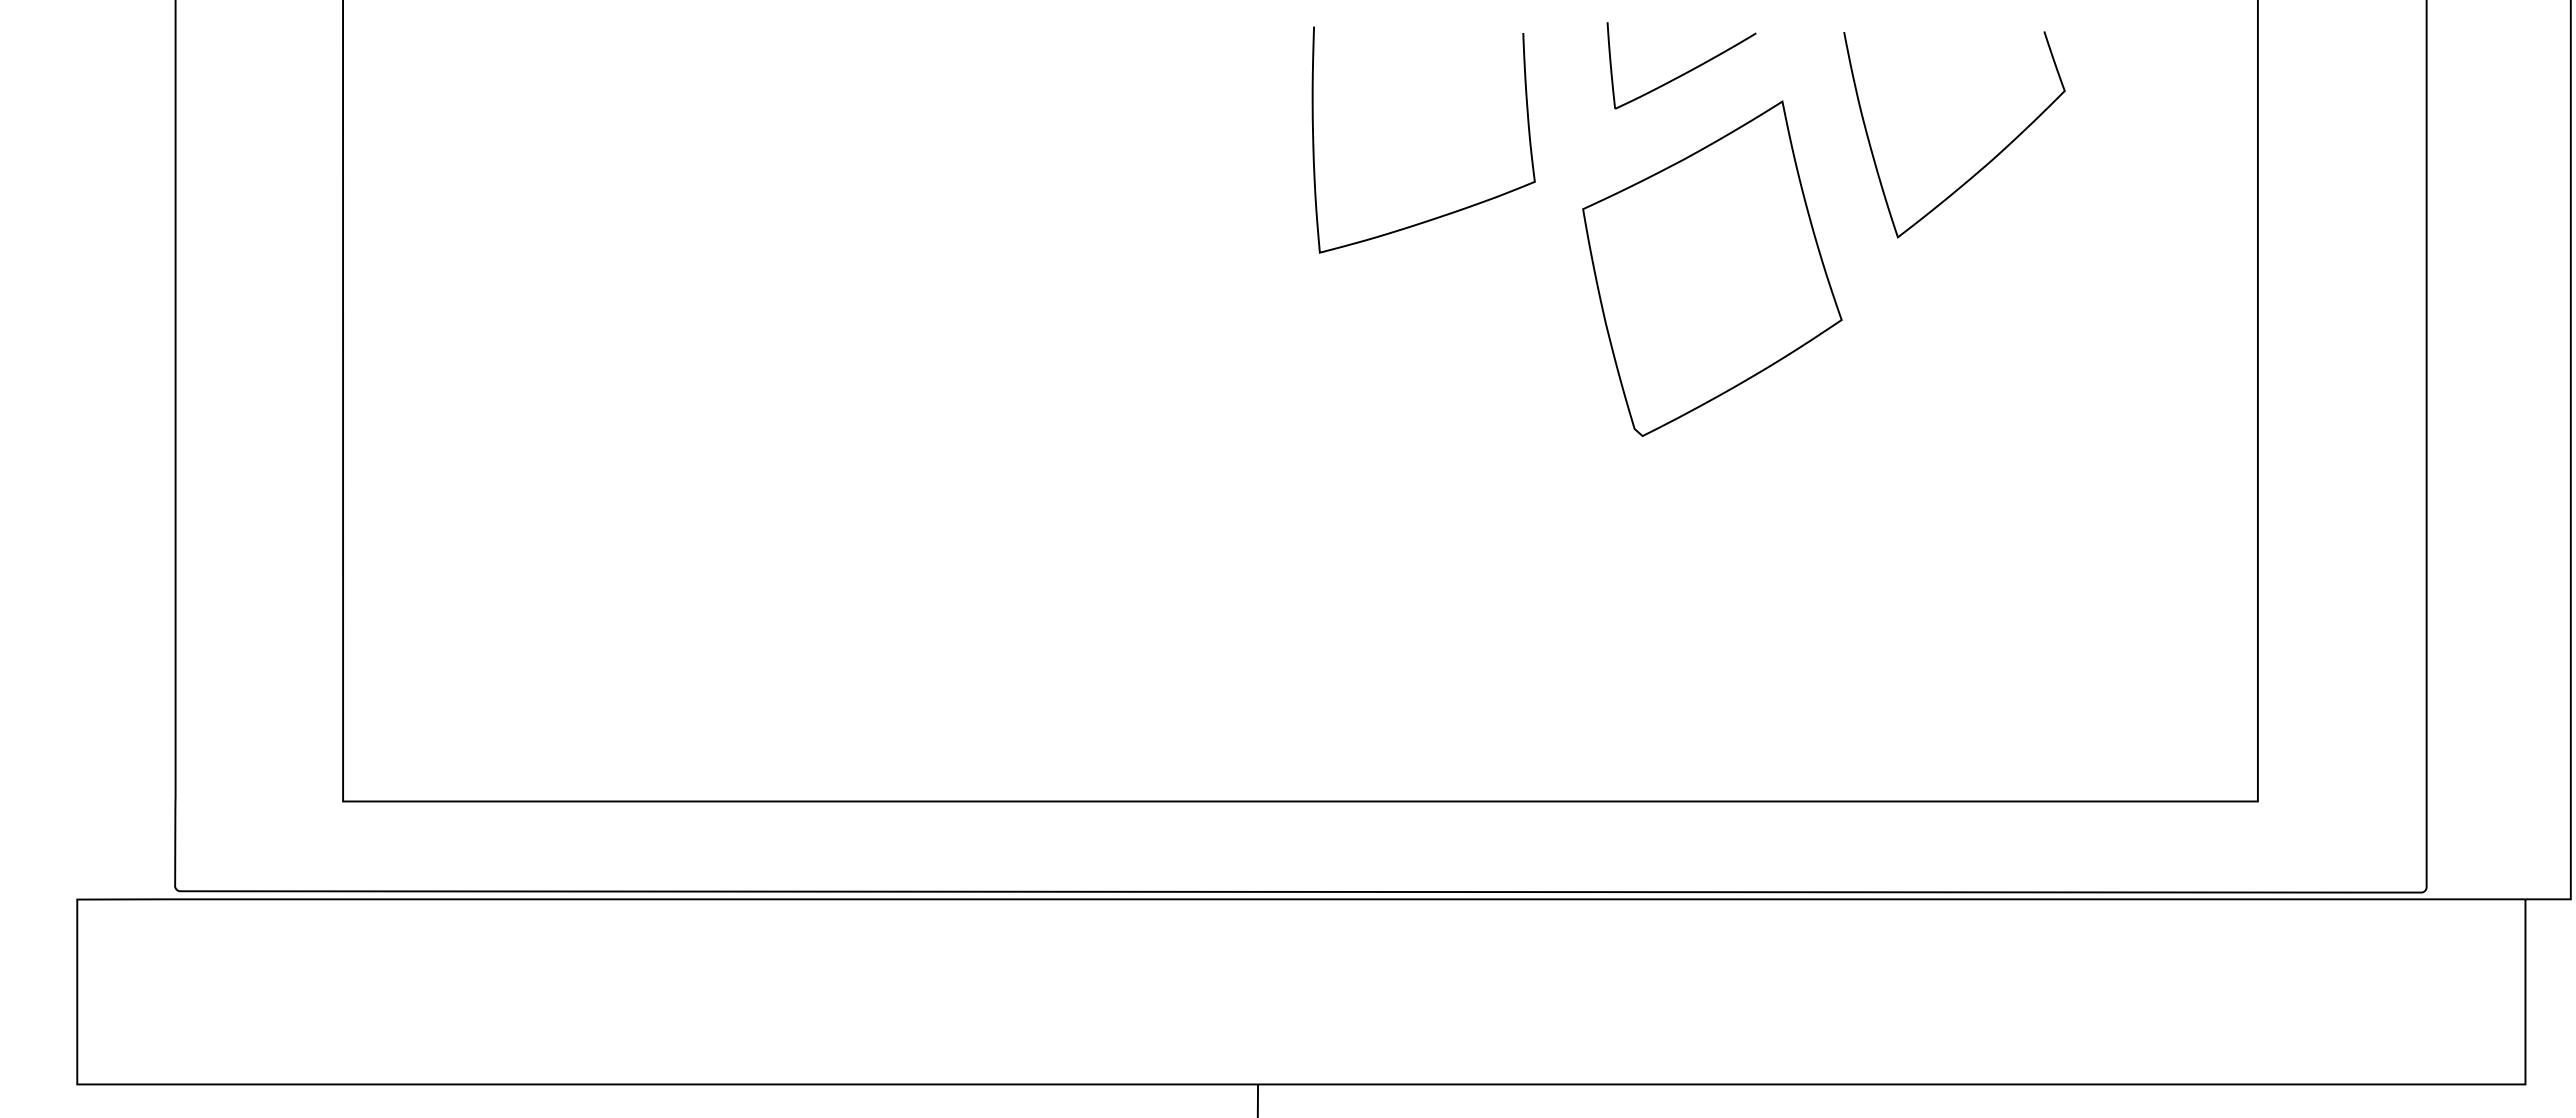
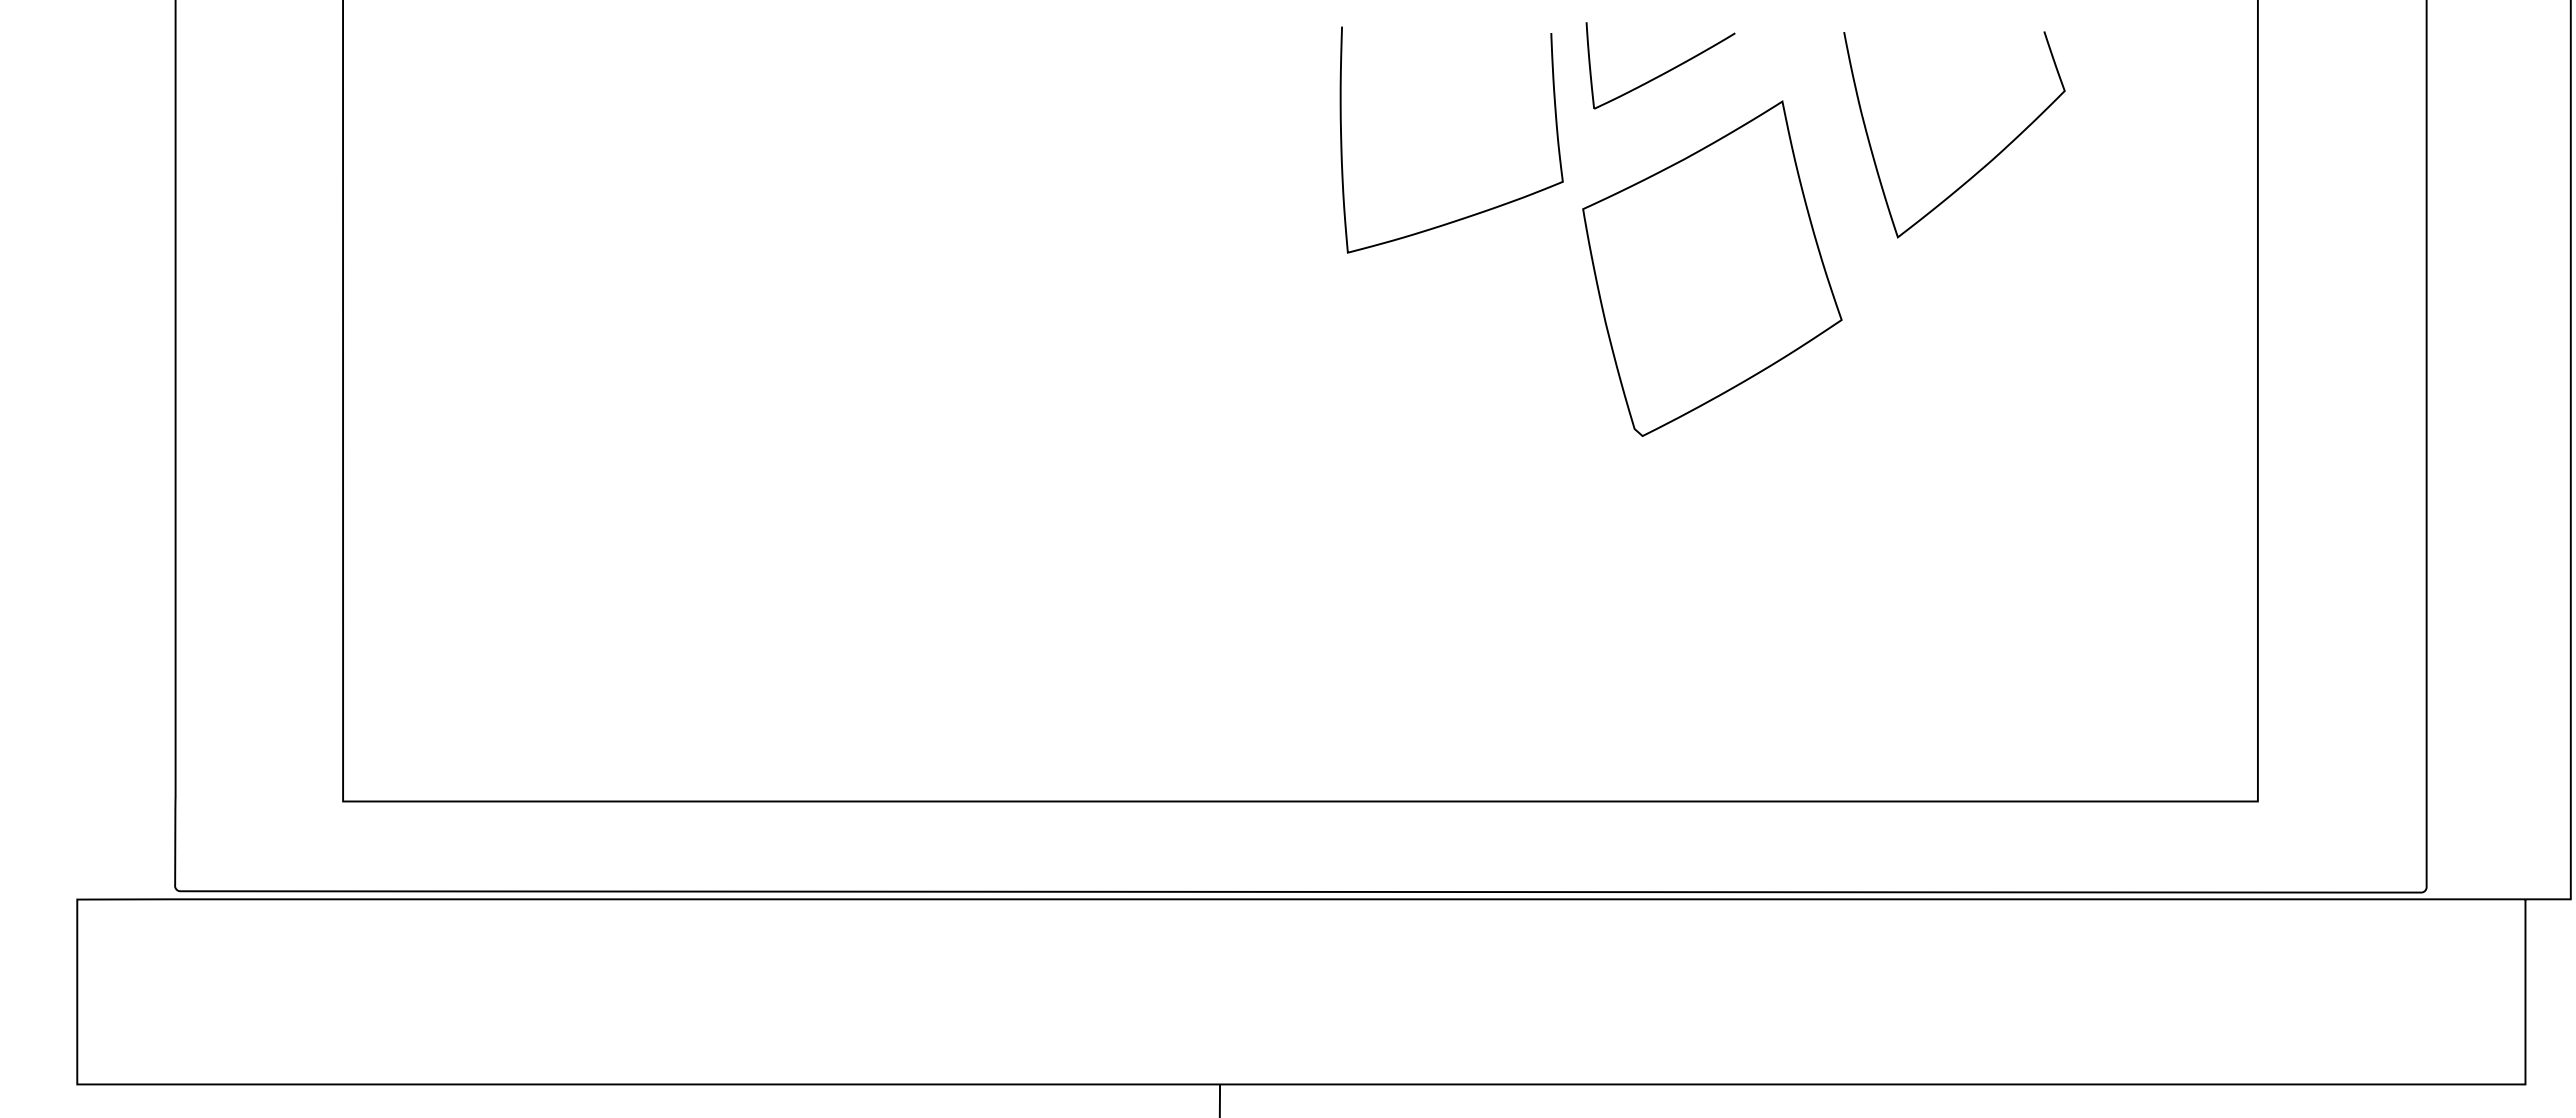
part at (1686, 71) position: (1686, 71) -> (1665, 71)
curve at (1449, 212) position: (1449, 212) -> (1477, 212)
line at (1257, 1099) position: (1257, 1099) -> (1219, 1099)
